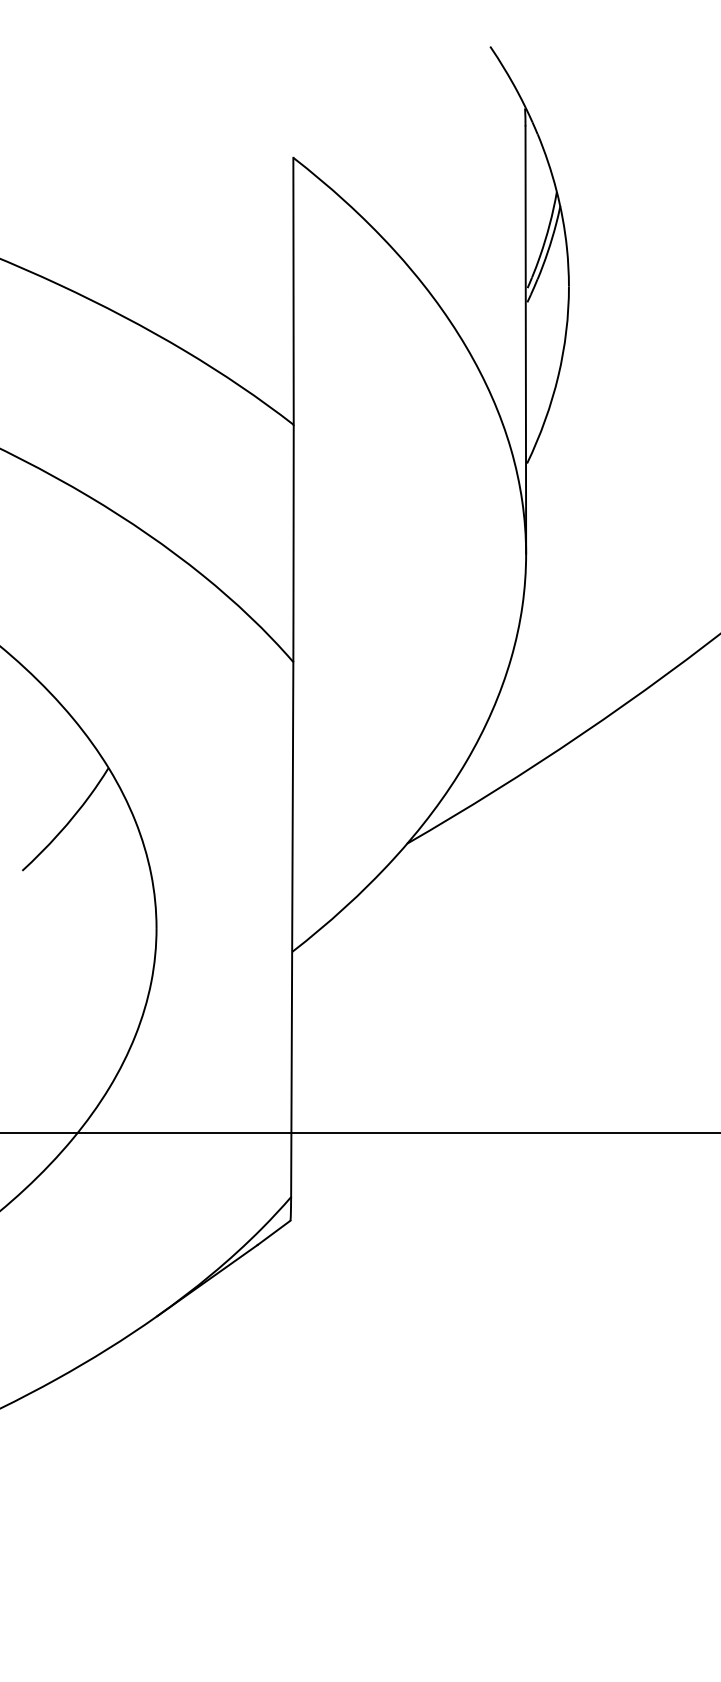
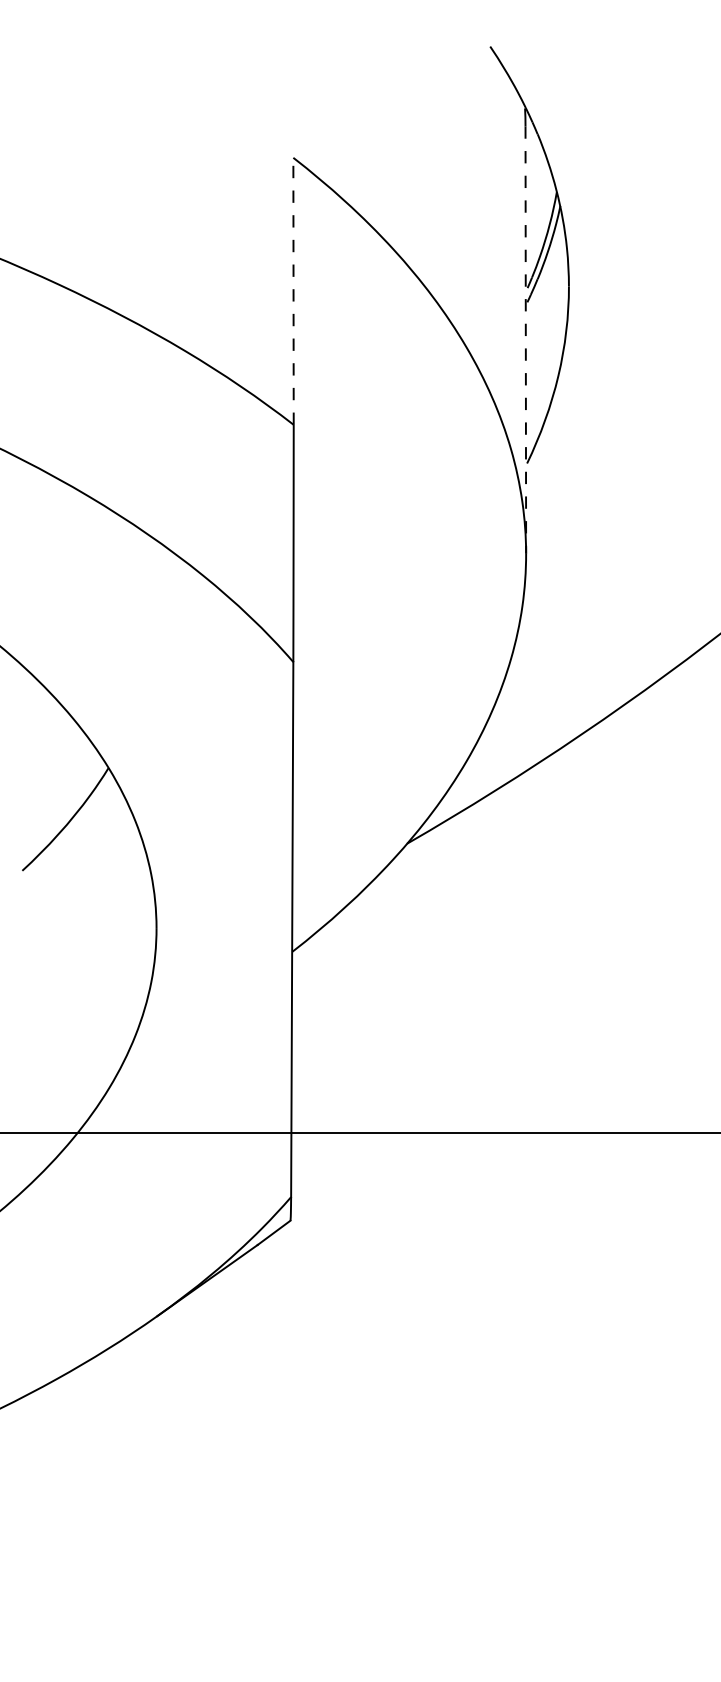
line at (293, 291): solid -> dashed
line at (525, 340): solid -> dashed
